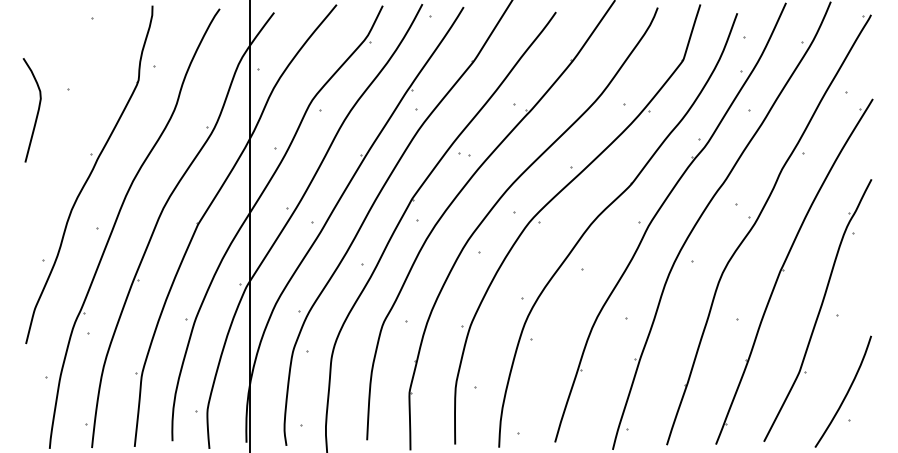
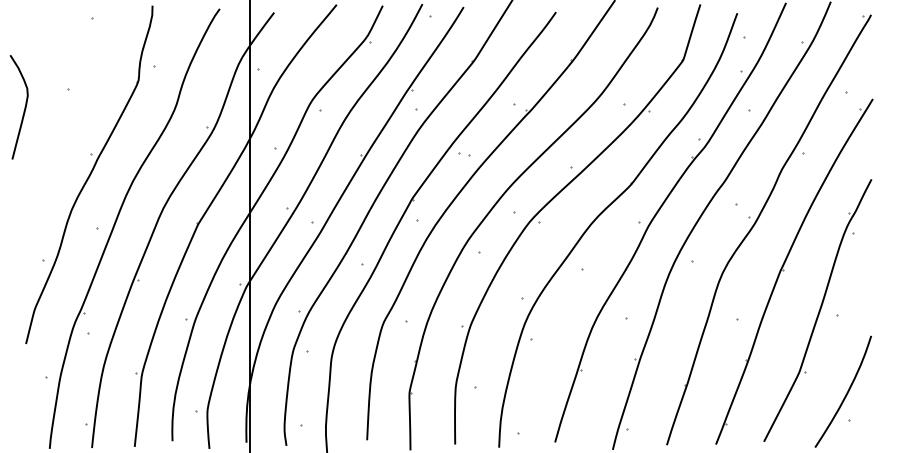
curve at (37, 110) position: (37, 110) -> (24, 107)
